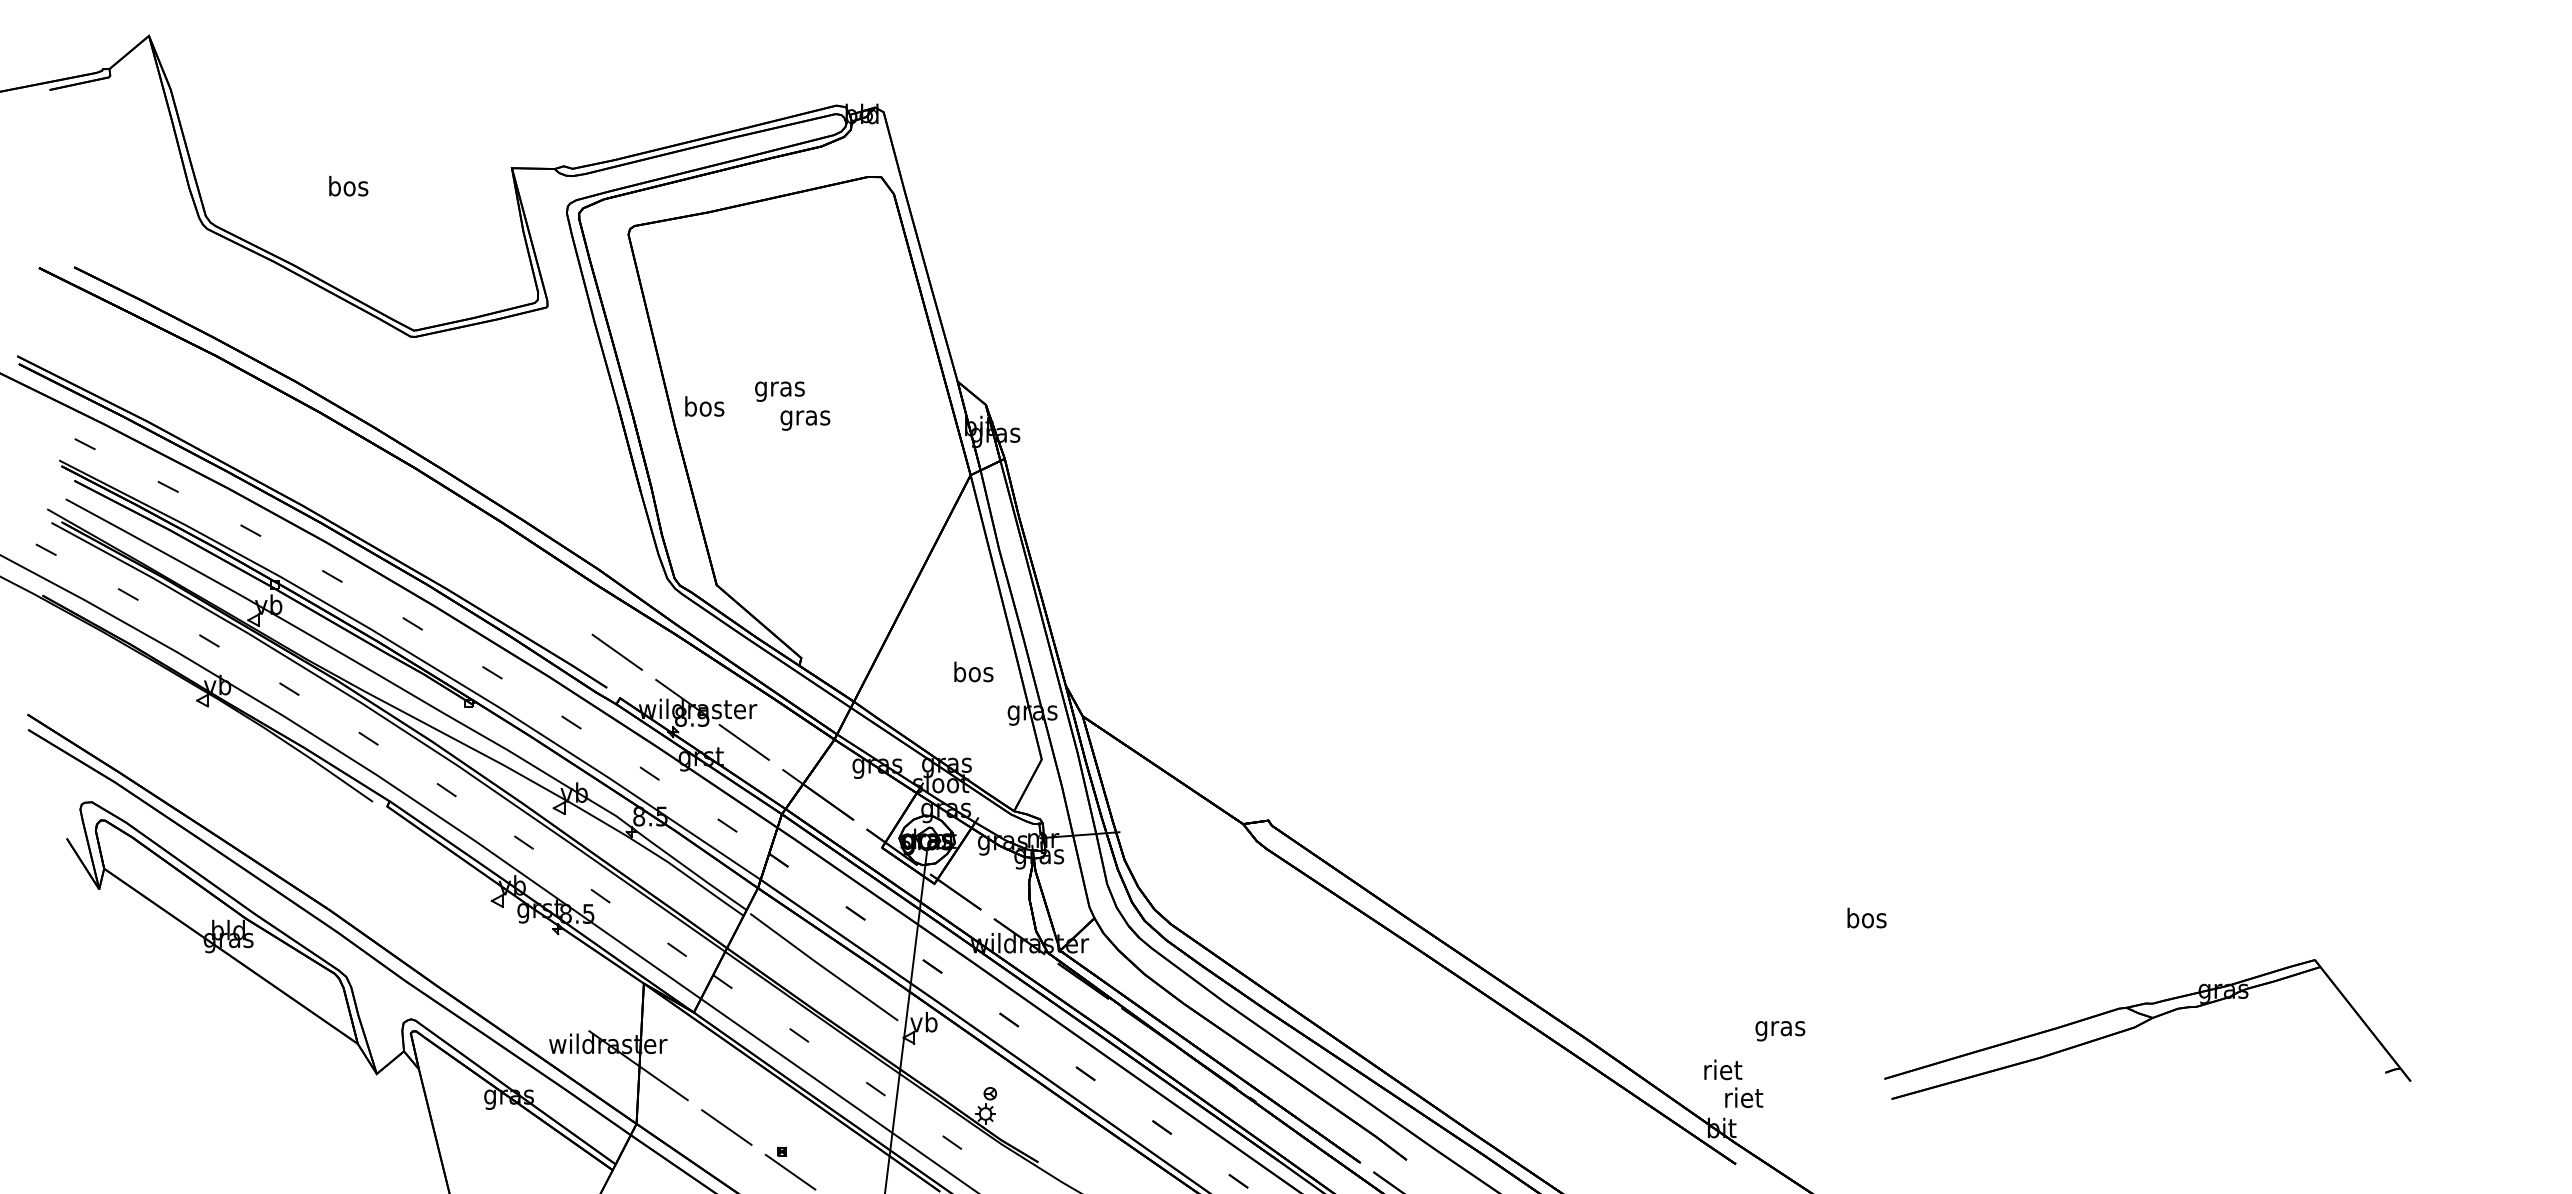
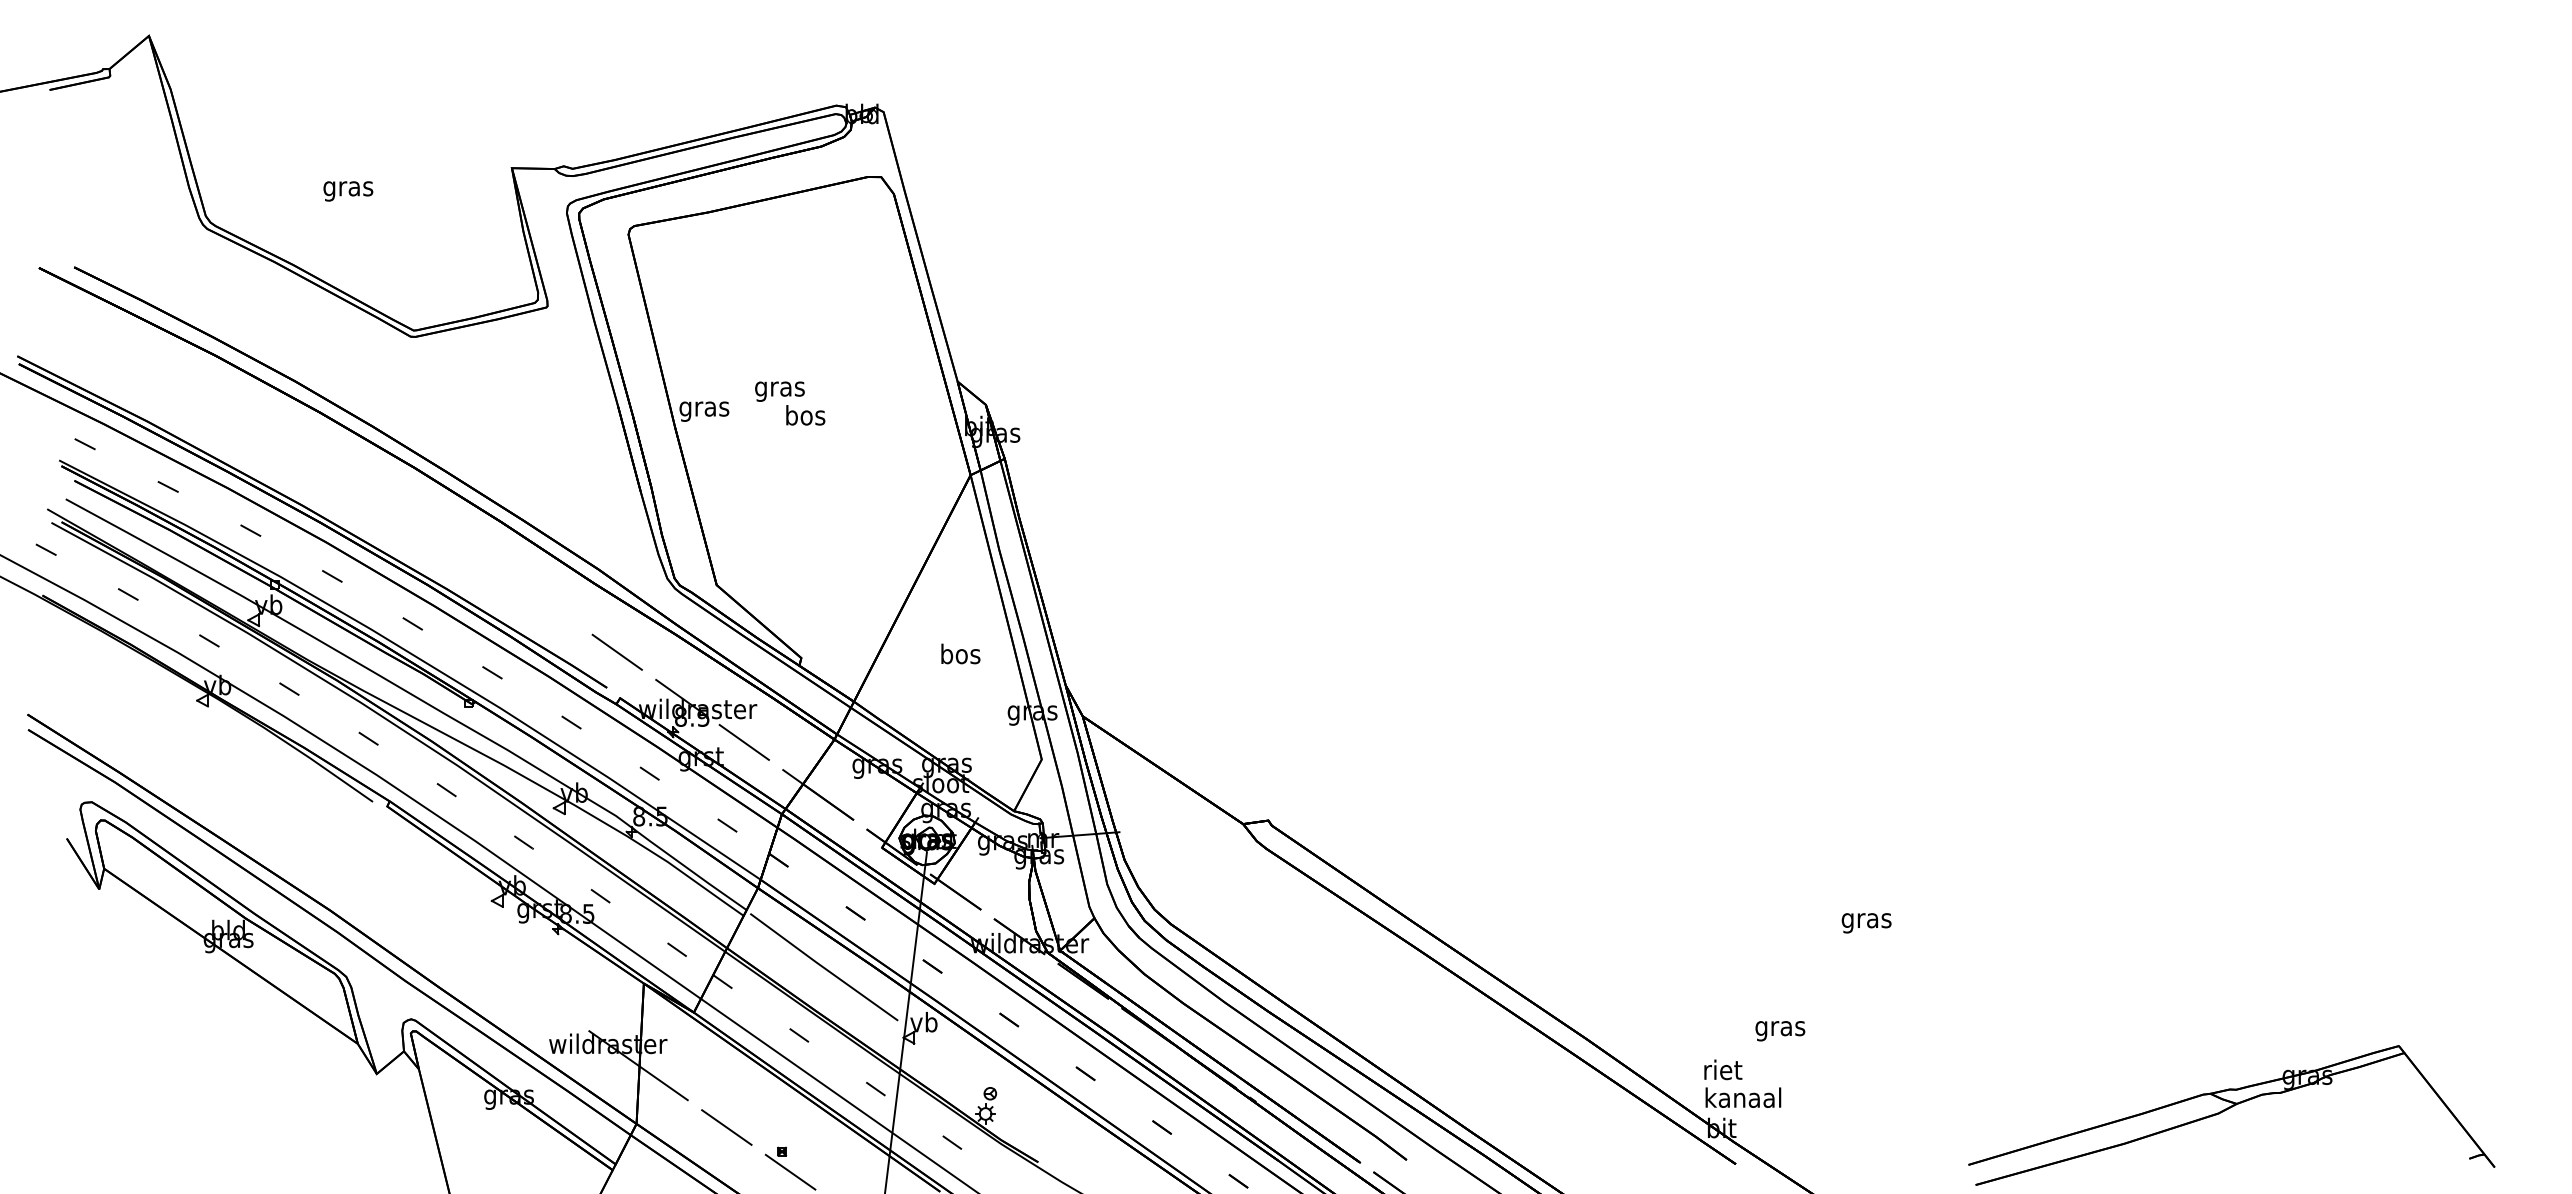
text at (348, 188): bos -> gras
text at (704, 408): bos -> gras
text at (805, 417): gras -> bos
text at (973, 671) position: (973, 671) -> (960, 653)
text at (1866, 920): bos -> gras
part at (2144, 1023) position: (2144, 1023) -> (2228, 1109)
text at (1743, 1097): riet -> kanaal
